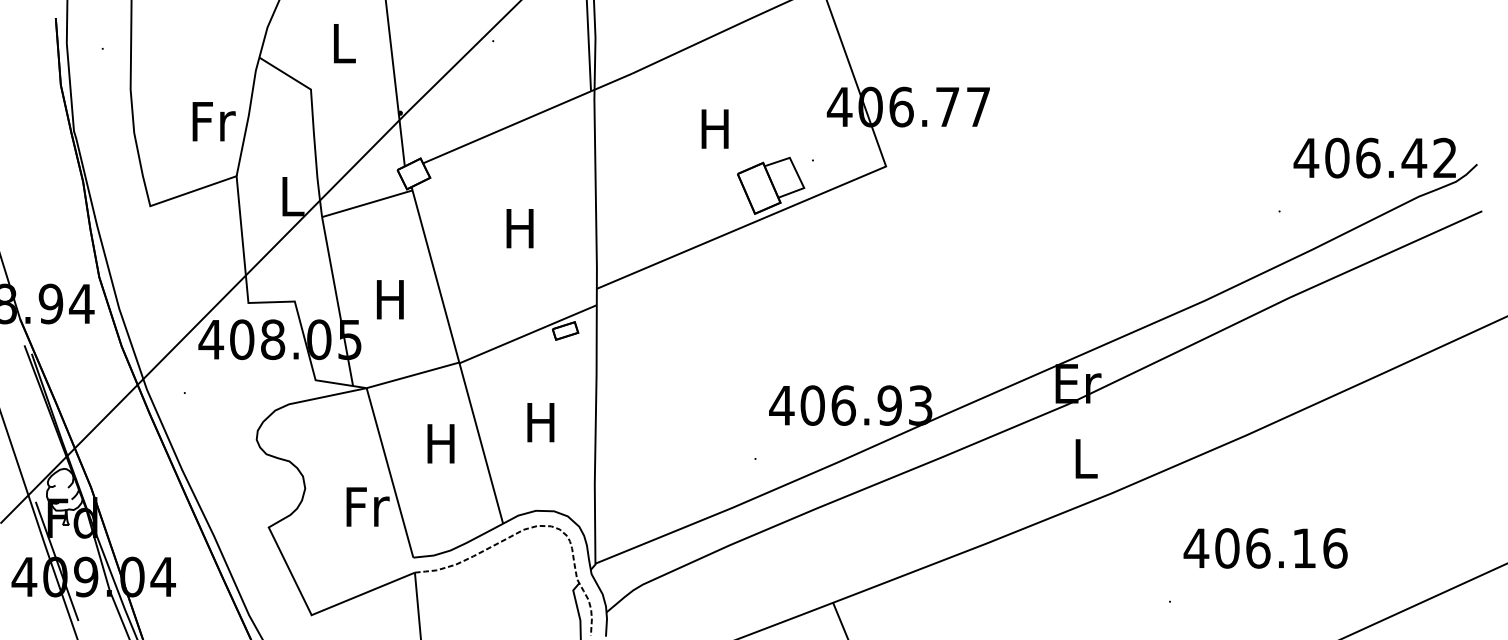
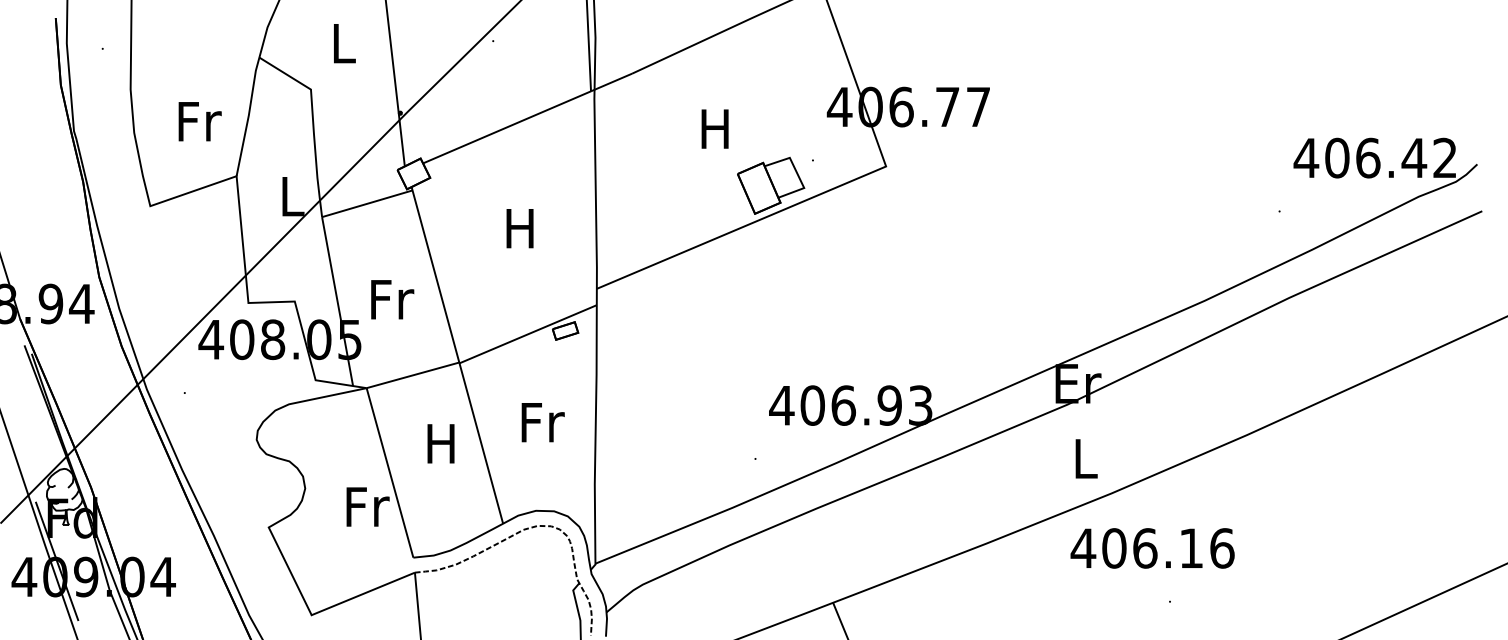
text at (213, 121) position: (213, 121) -> (199, 121)
text at (392, 299): H -> Fr
text at (542, 422): H -> Fr
text at (1265, 548) position: (1265, 548) -> (1152, 548)
